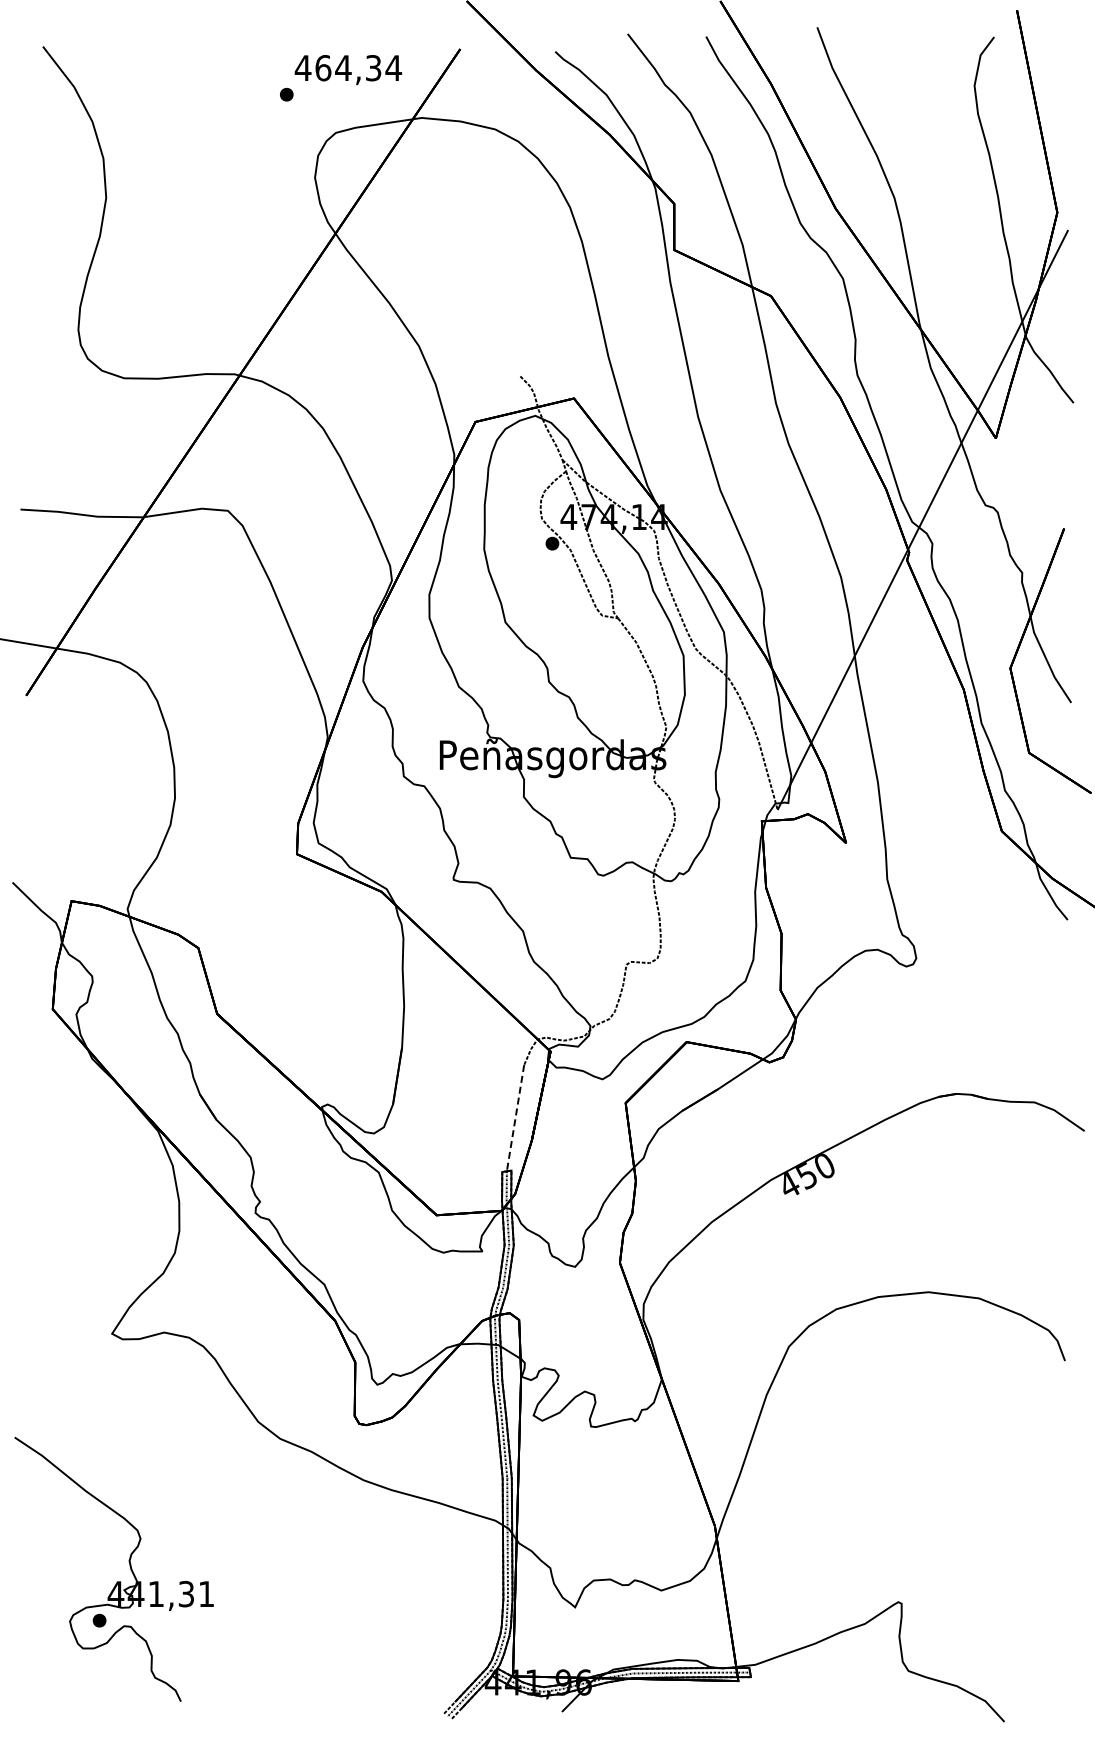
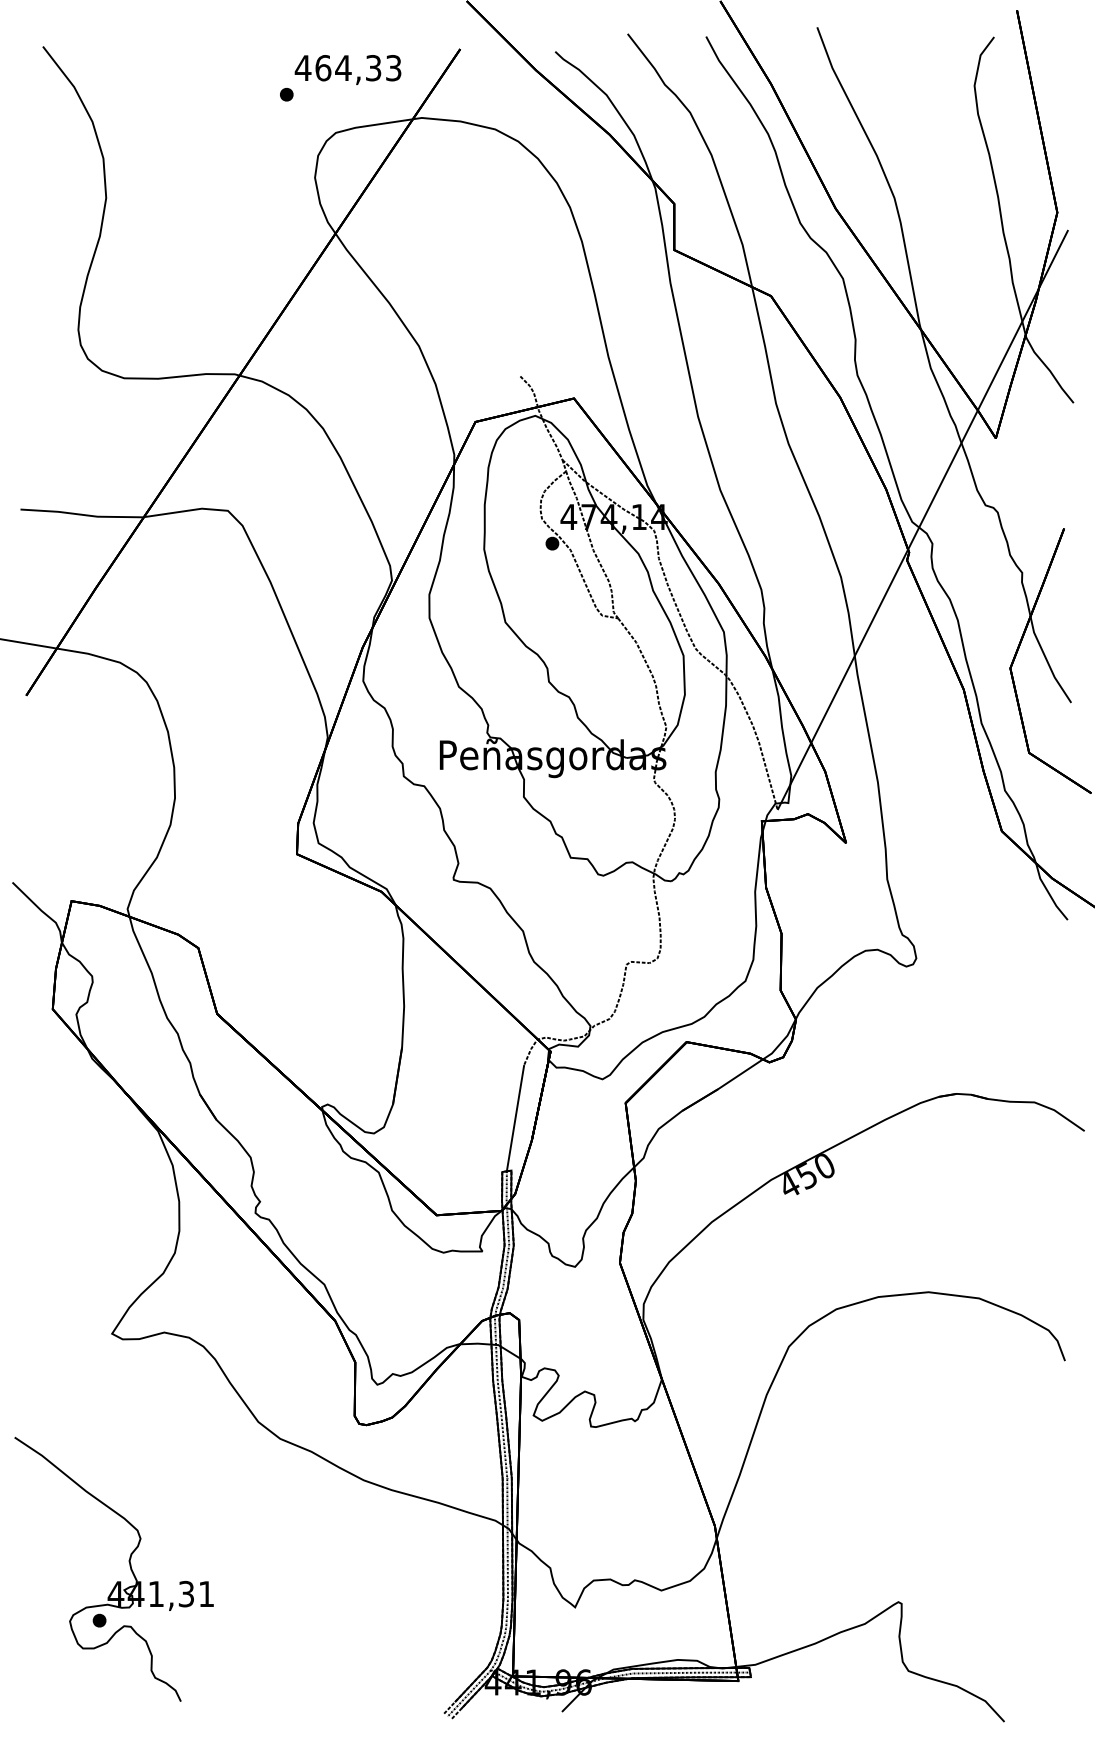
text at (393, 68): 464,34 -> 464,33
line at (515, 1118): dashed -> solid
